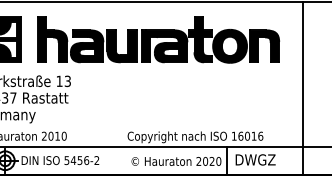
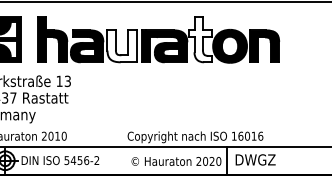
fill at (199, 39): present -> none
fill at (121, 46): present -> none
line at (303, 88): present -> none
